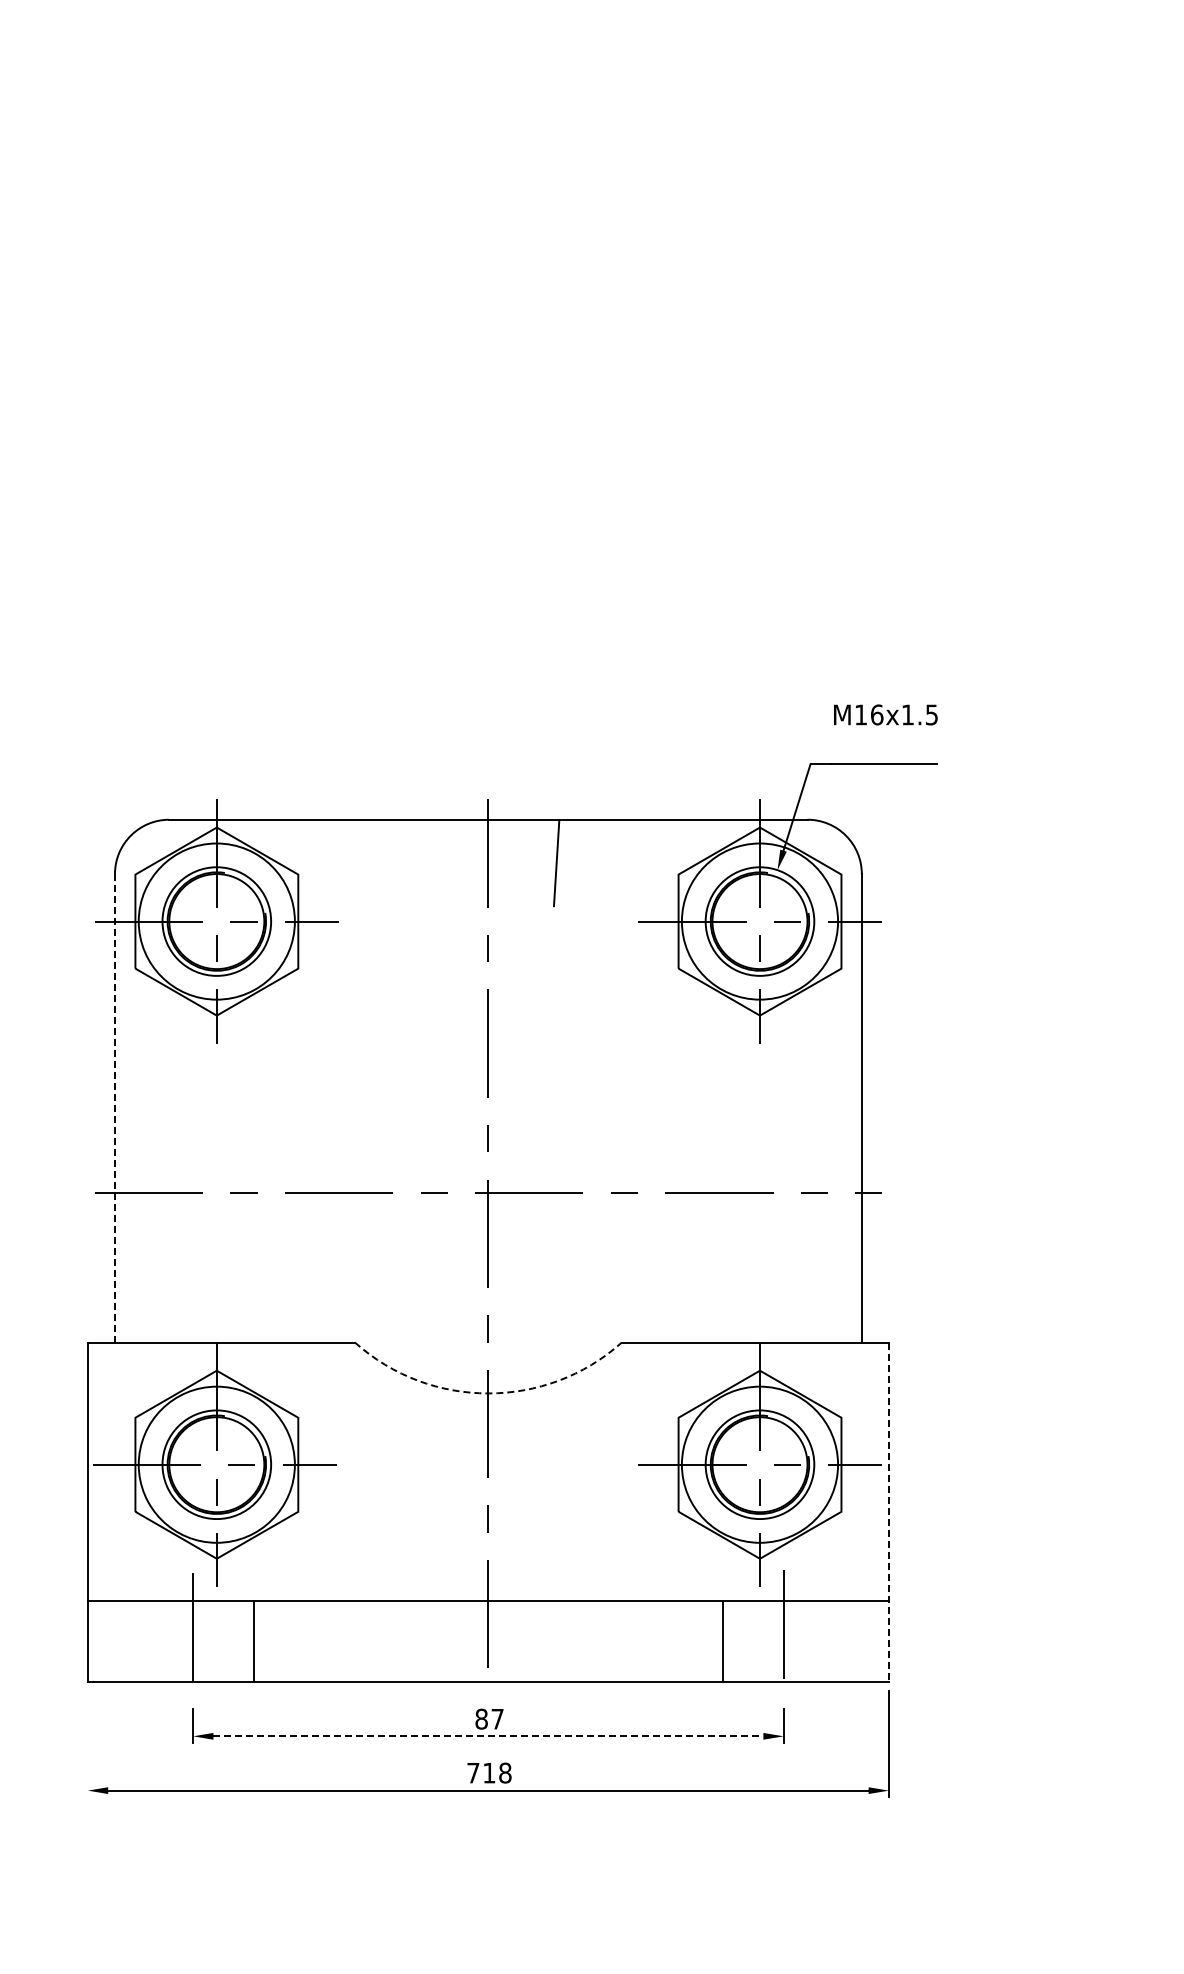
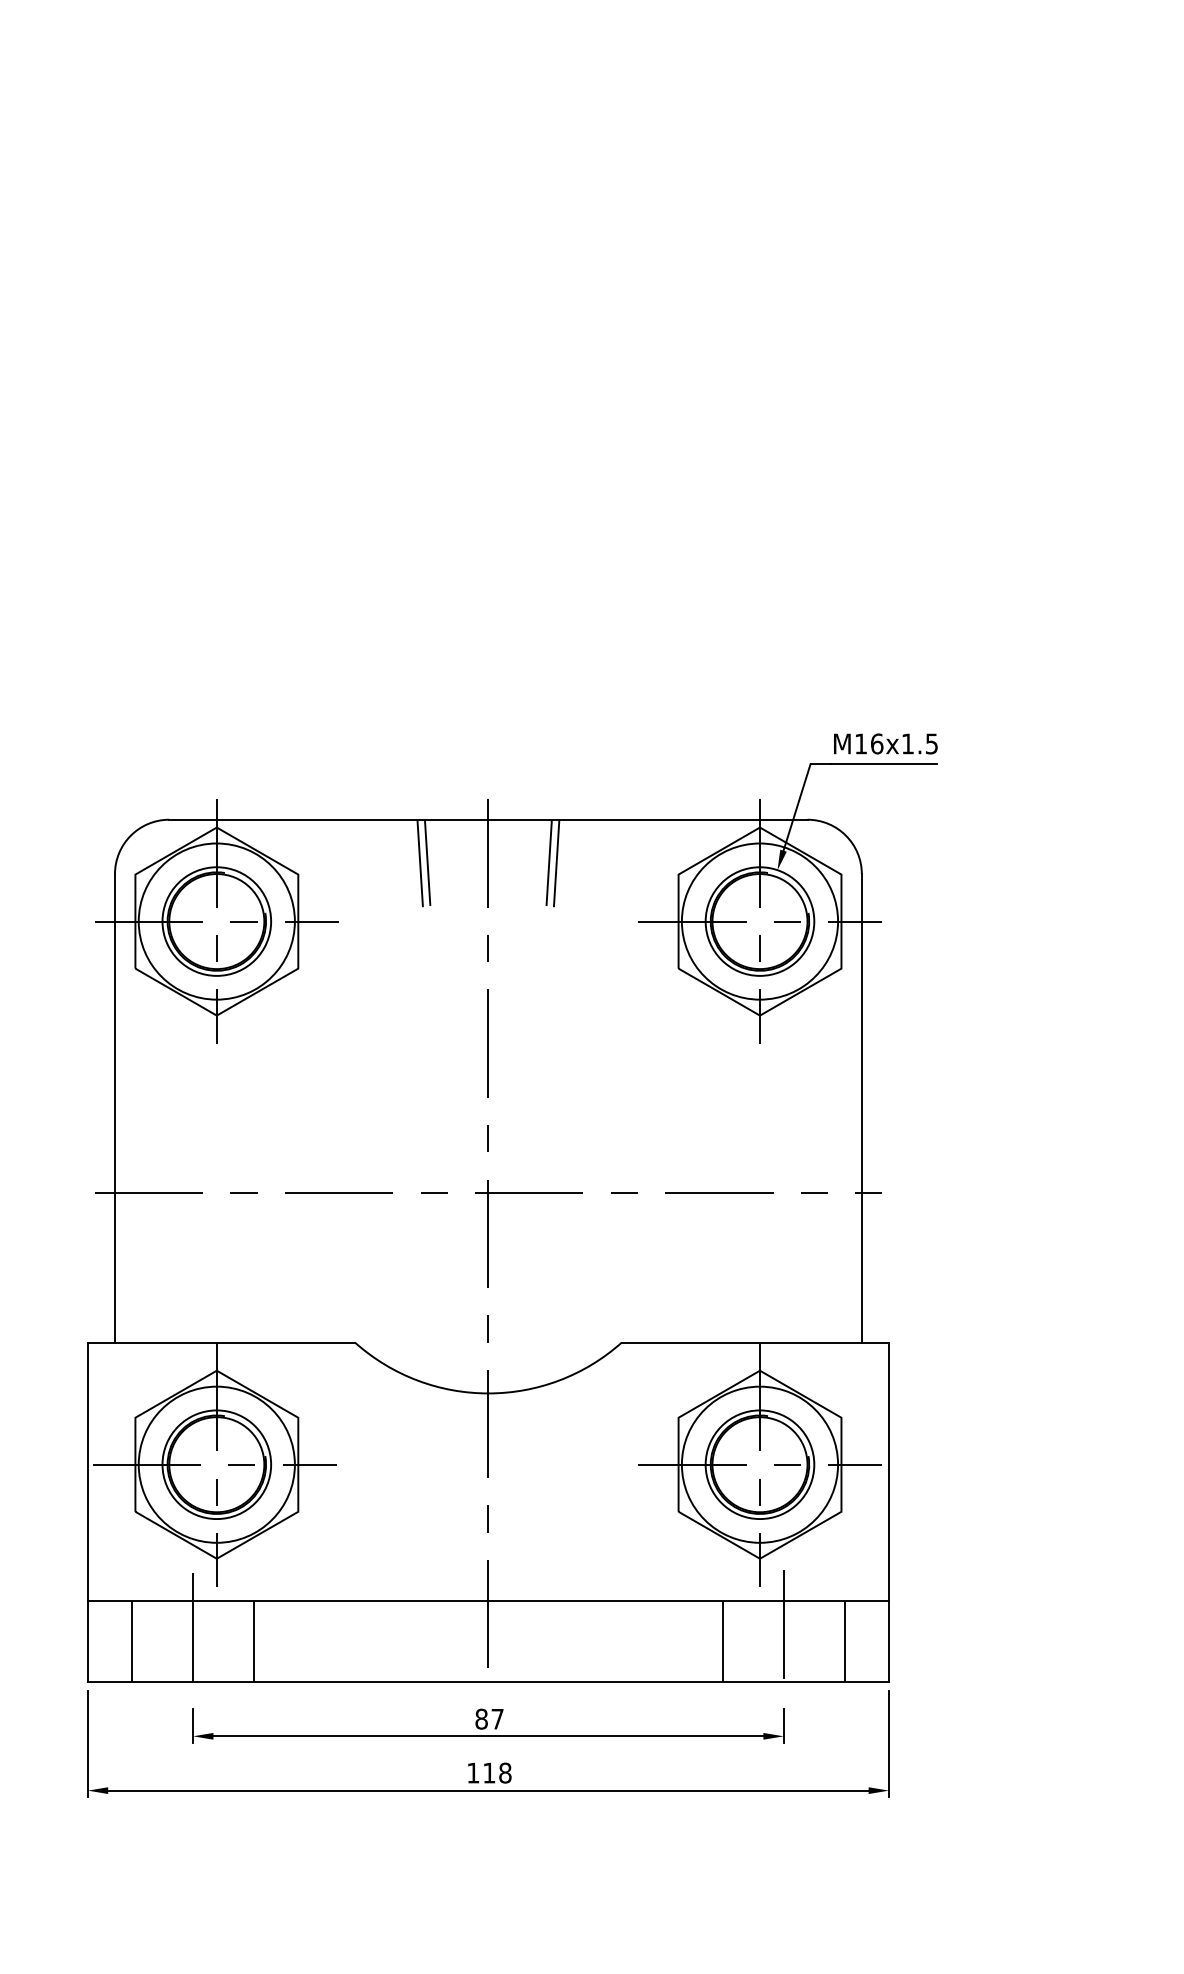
text at (885, 714) position: (885, 714) -> (885, 743)
line at (427, 862): none -> present
line at (548, 862): none -> present
line at (419, 863): none -> present
line at (114, 1108): dashed -> solid
arc at (488, 1393): dashed -> solid
line at (888, 1512): dashed -> solid
line at (131, 1641): none -> present
line at (844, 1641): none -> present
line at (488, 1736): dashed -> solid
line at (87, 1743): none -> present
text at (473, 1773): 718 -> 118
